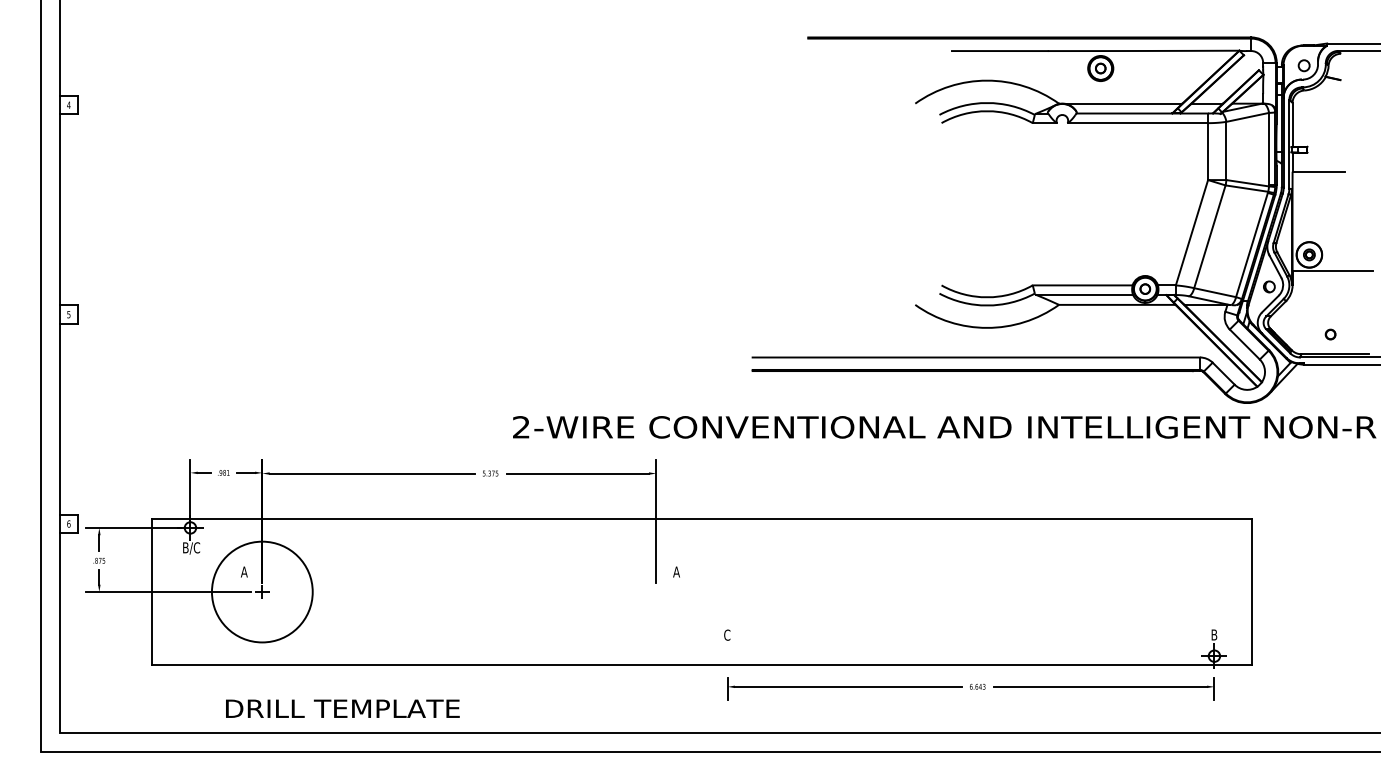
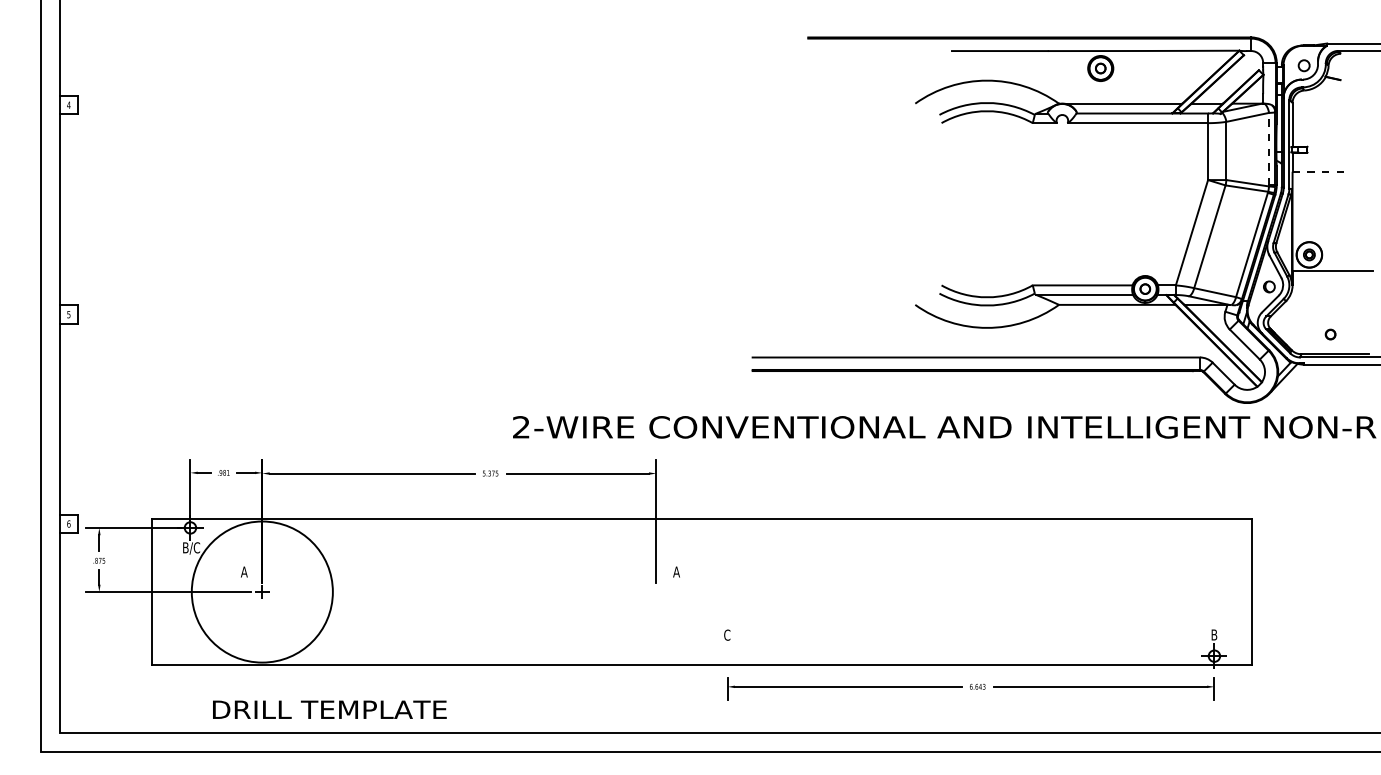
line at (1269, 148): solid -> dashed
line at (1319, 171): solid -> dashed
circle at (261, 591) diameter: 101 px -> 141 px
text at (342, 708) position: (342, 708) -> (329, 709)
